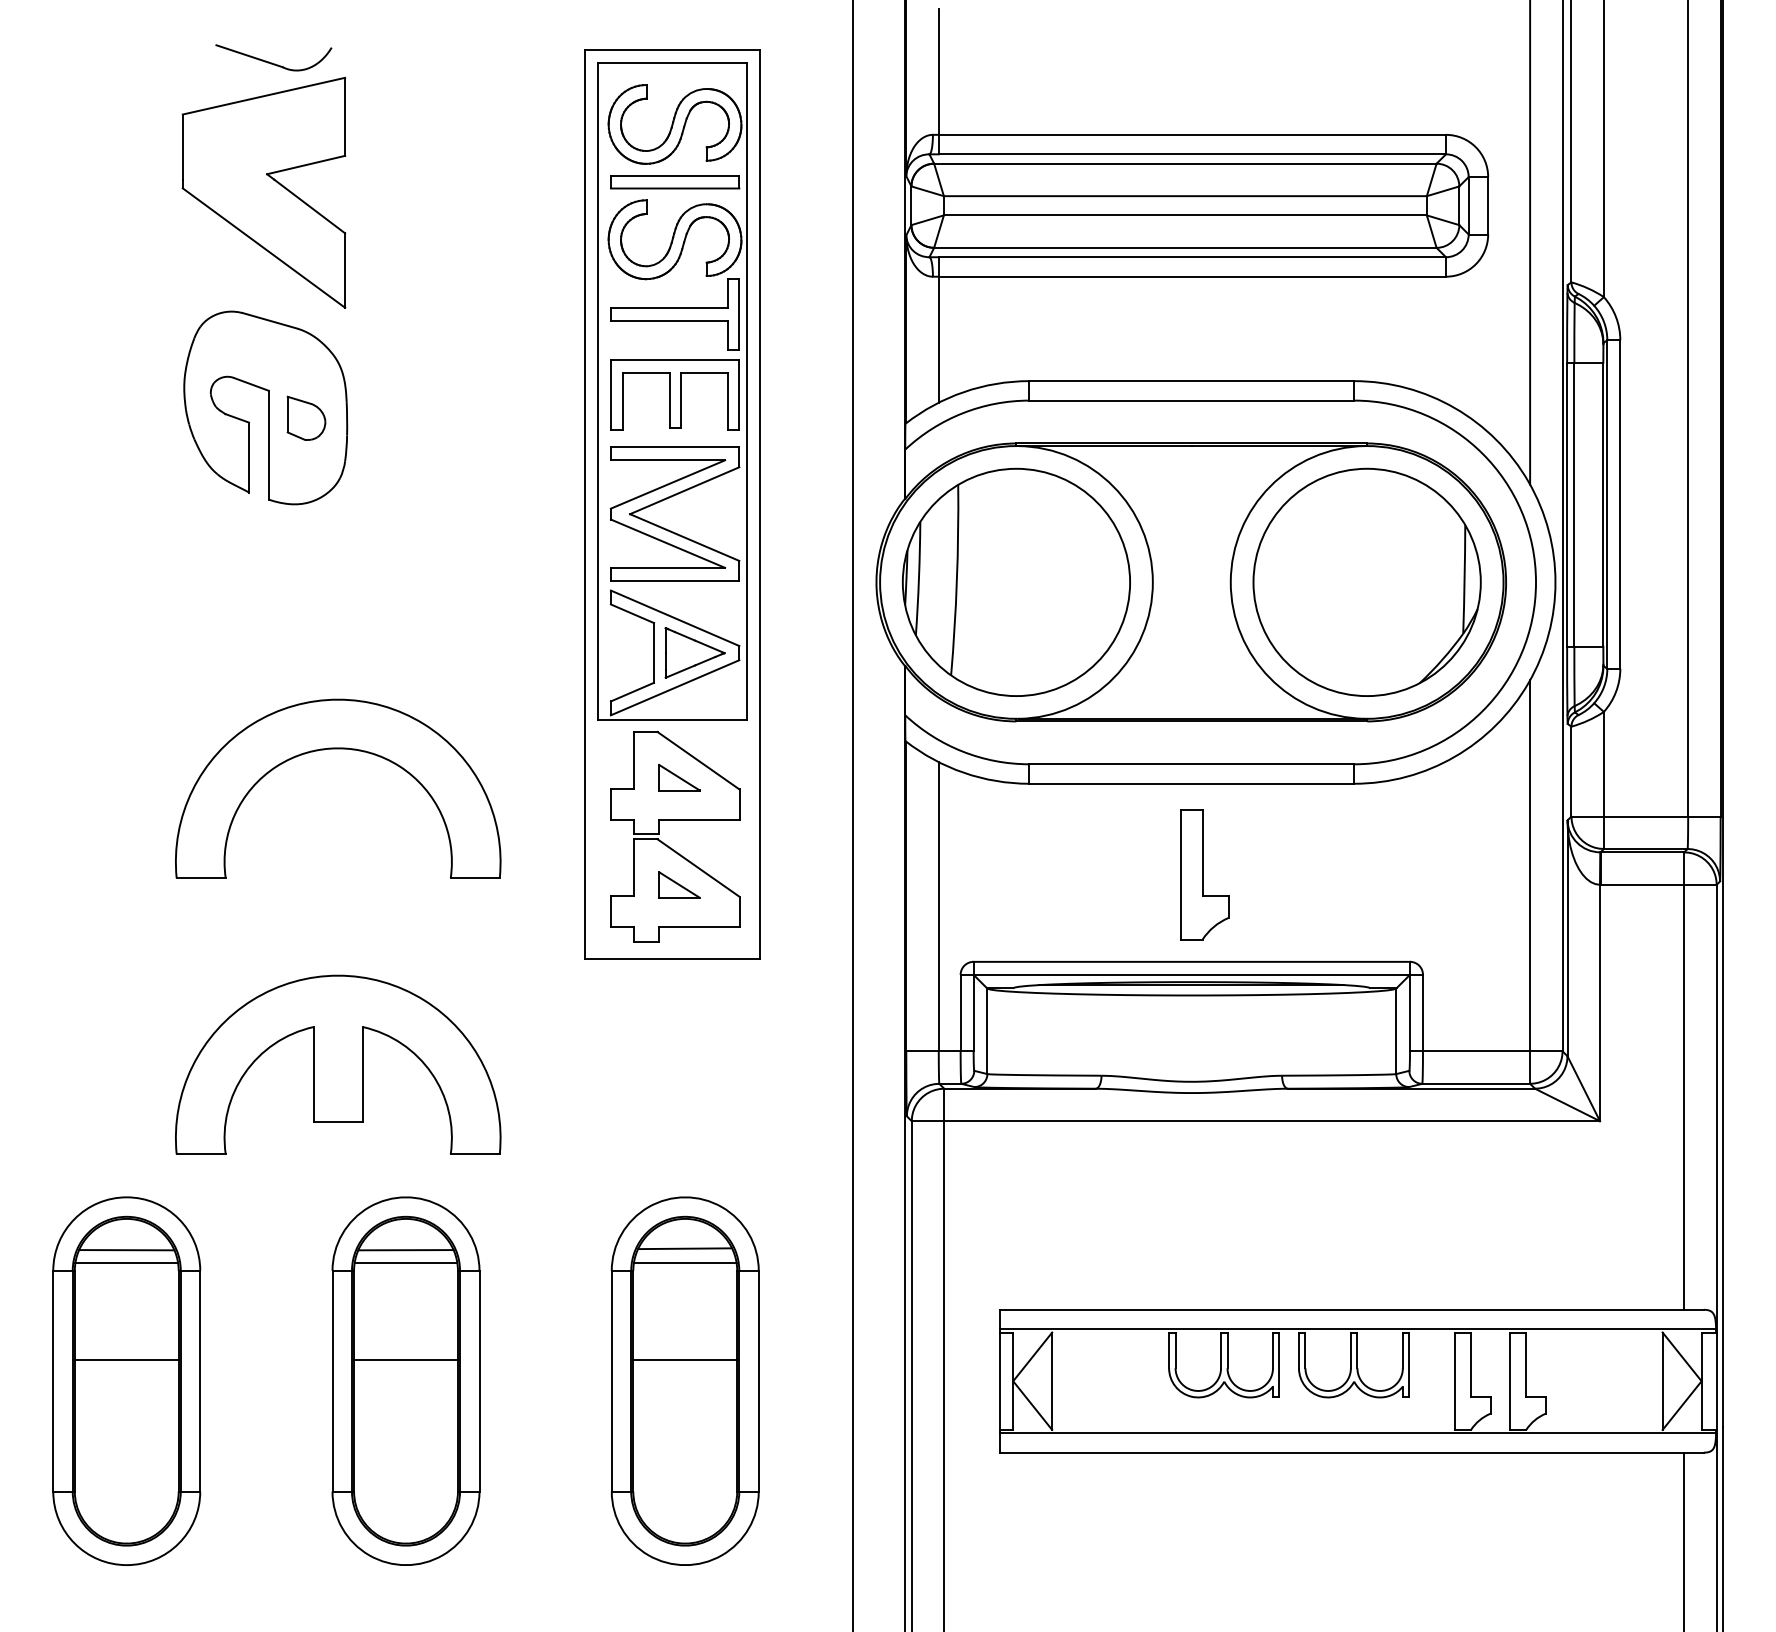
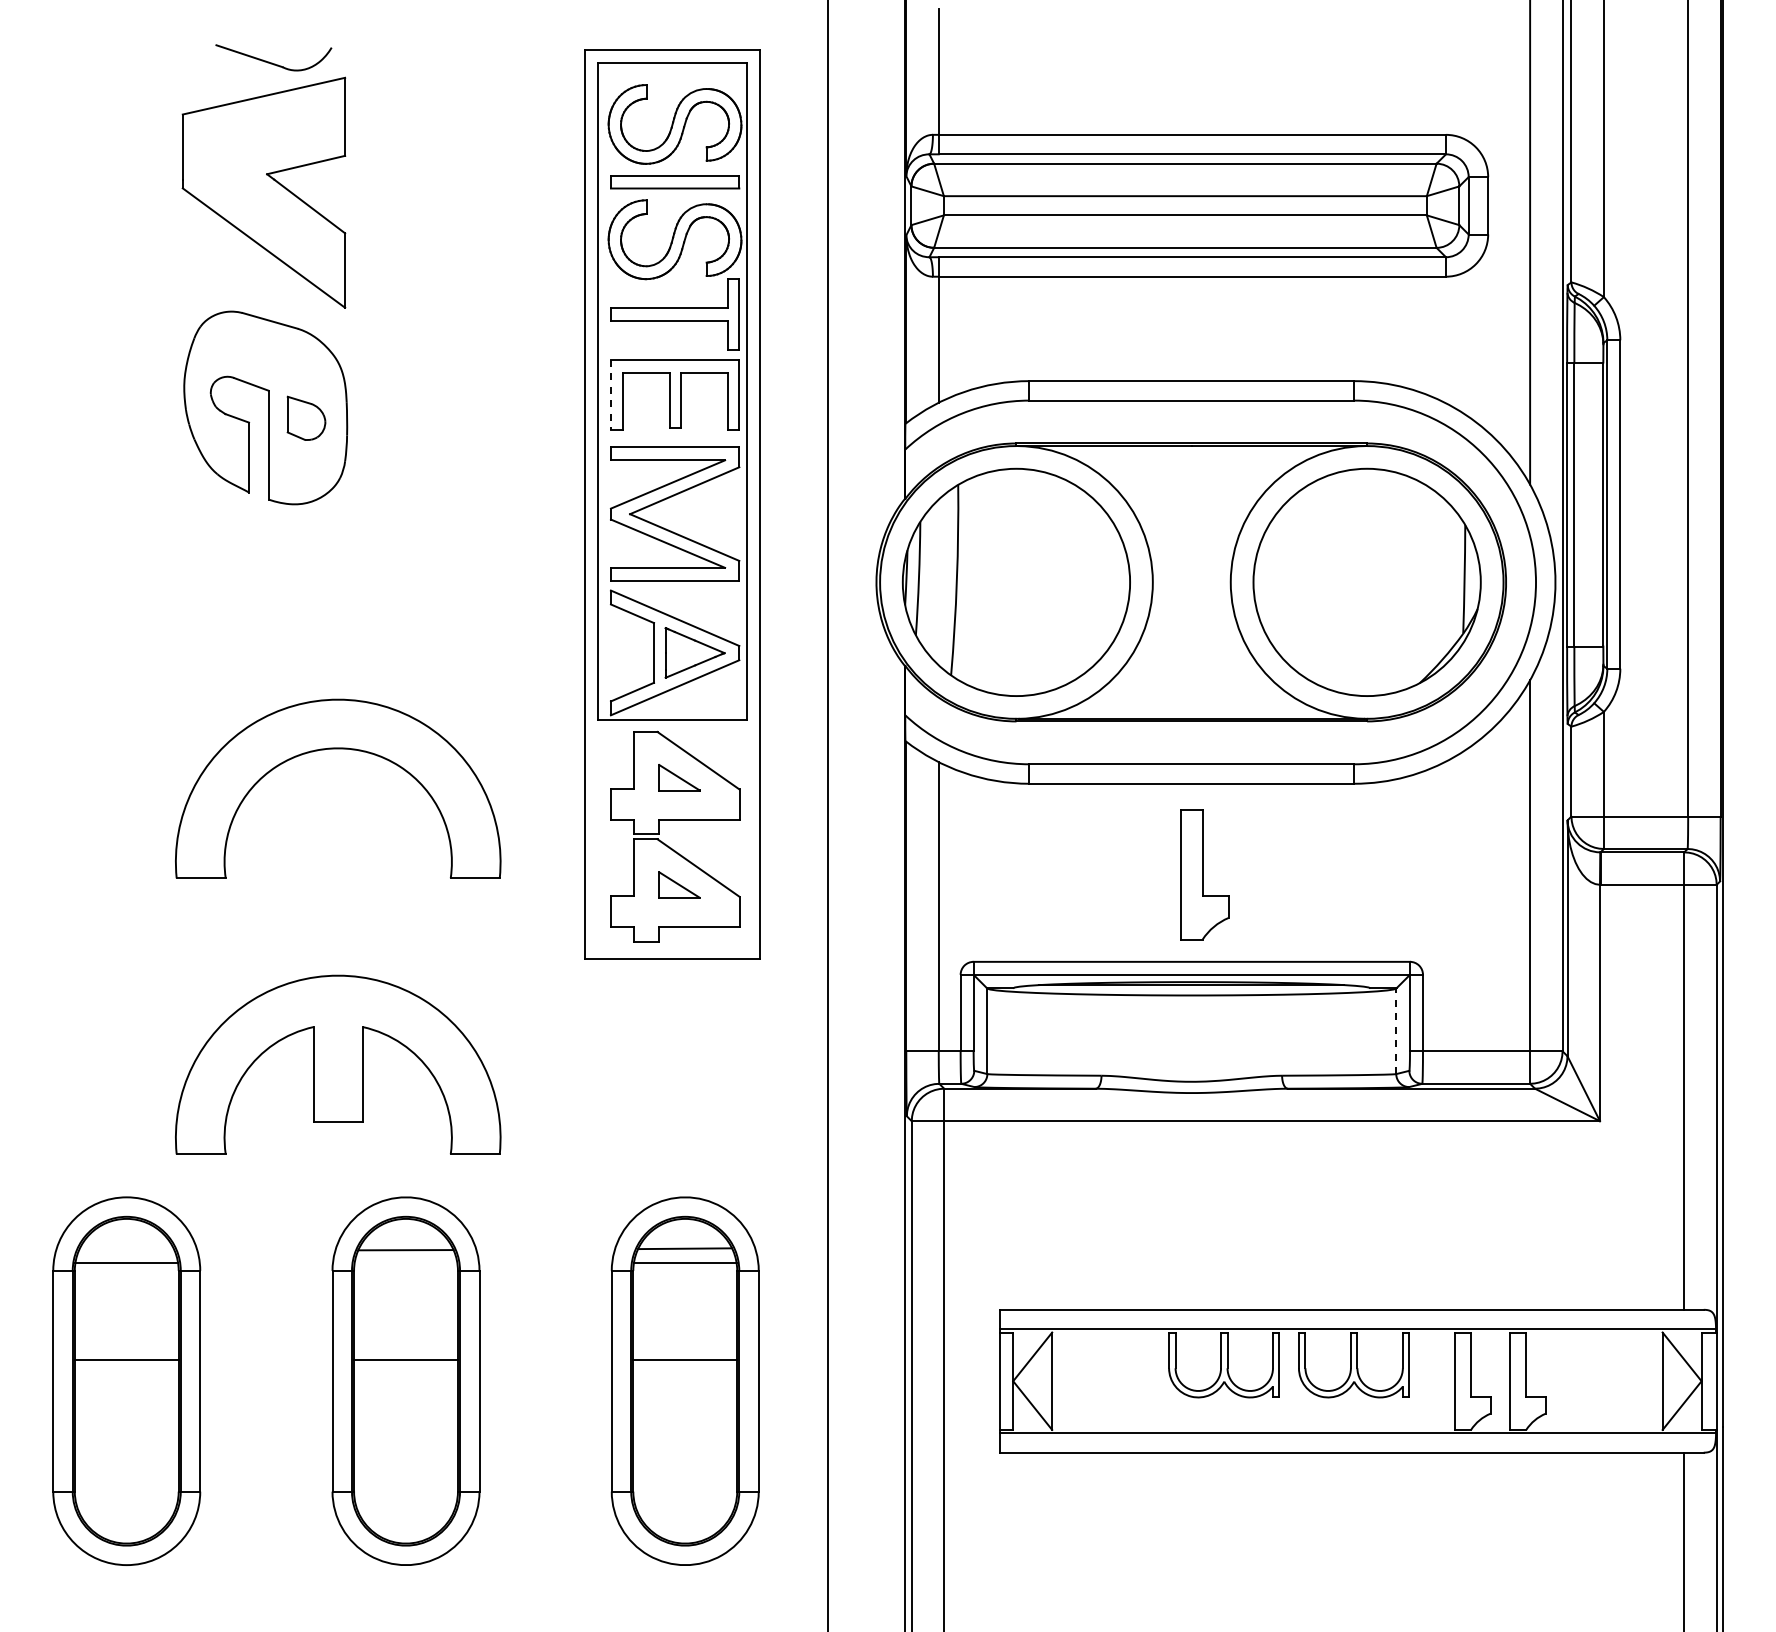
line at (610, 395): solid -> dashed
line at (853, 815) position: (853, 815) -> (828, 815)
line at (1396, 1031): solid -> dashed
line at (126, 1250): present -> none
line at (405, 1263): present -> none
